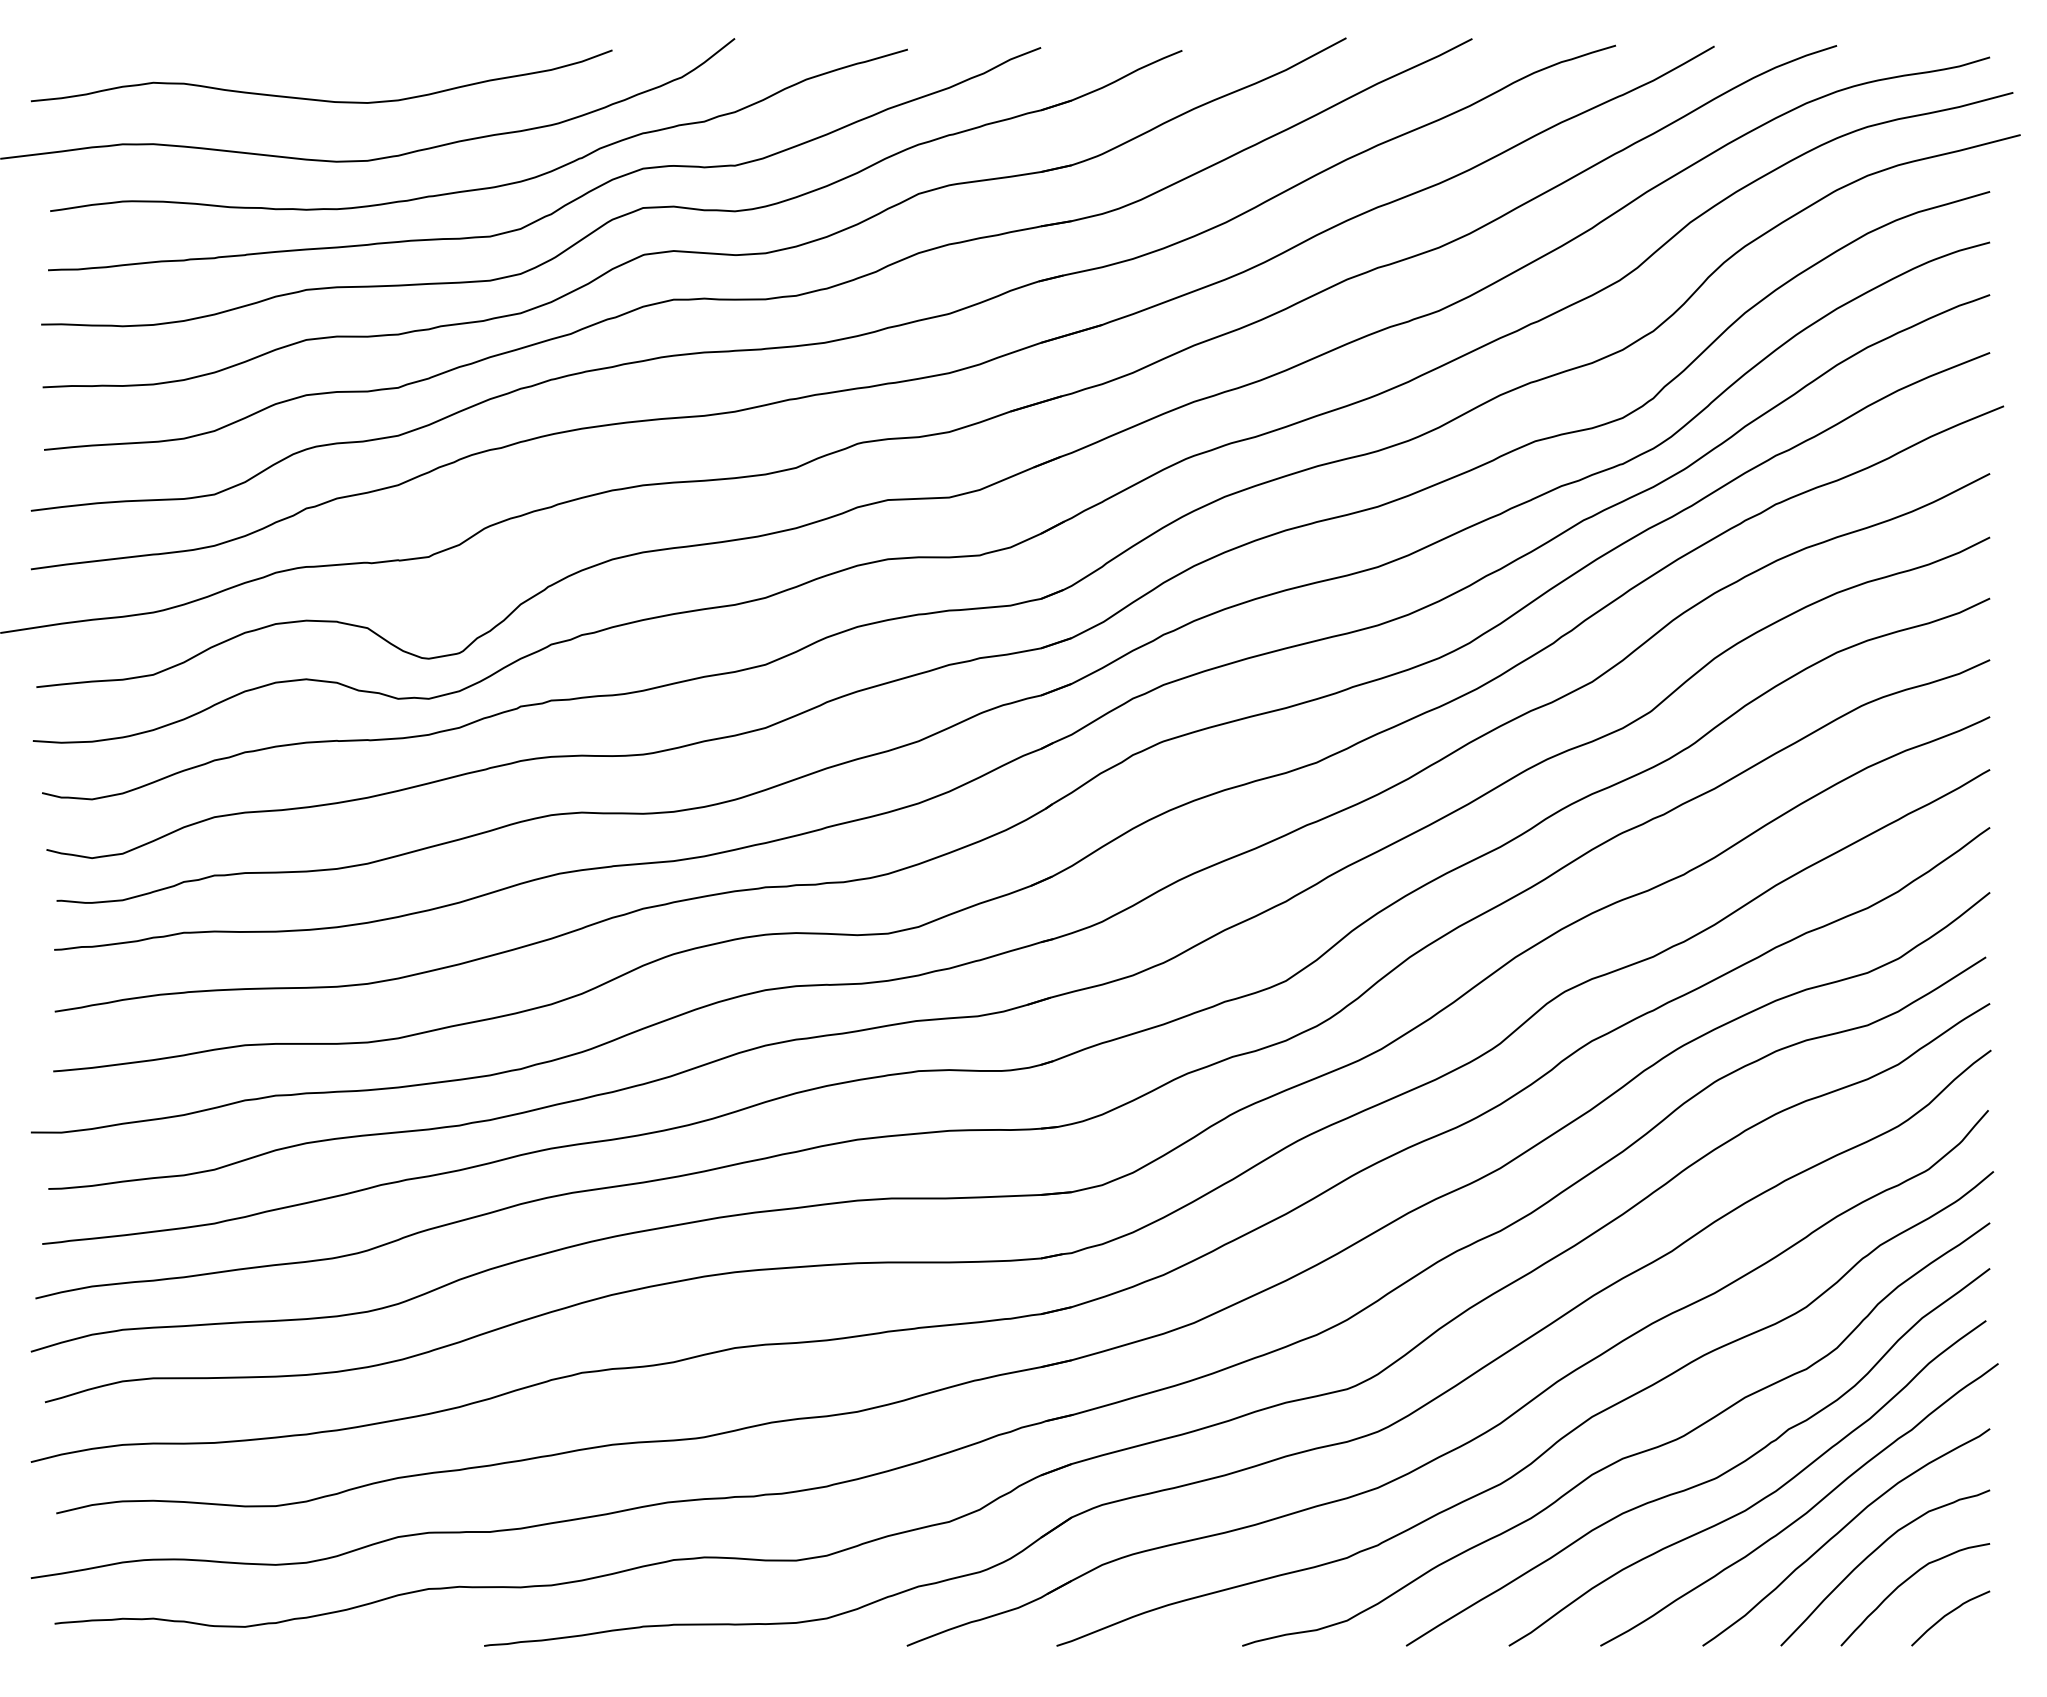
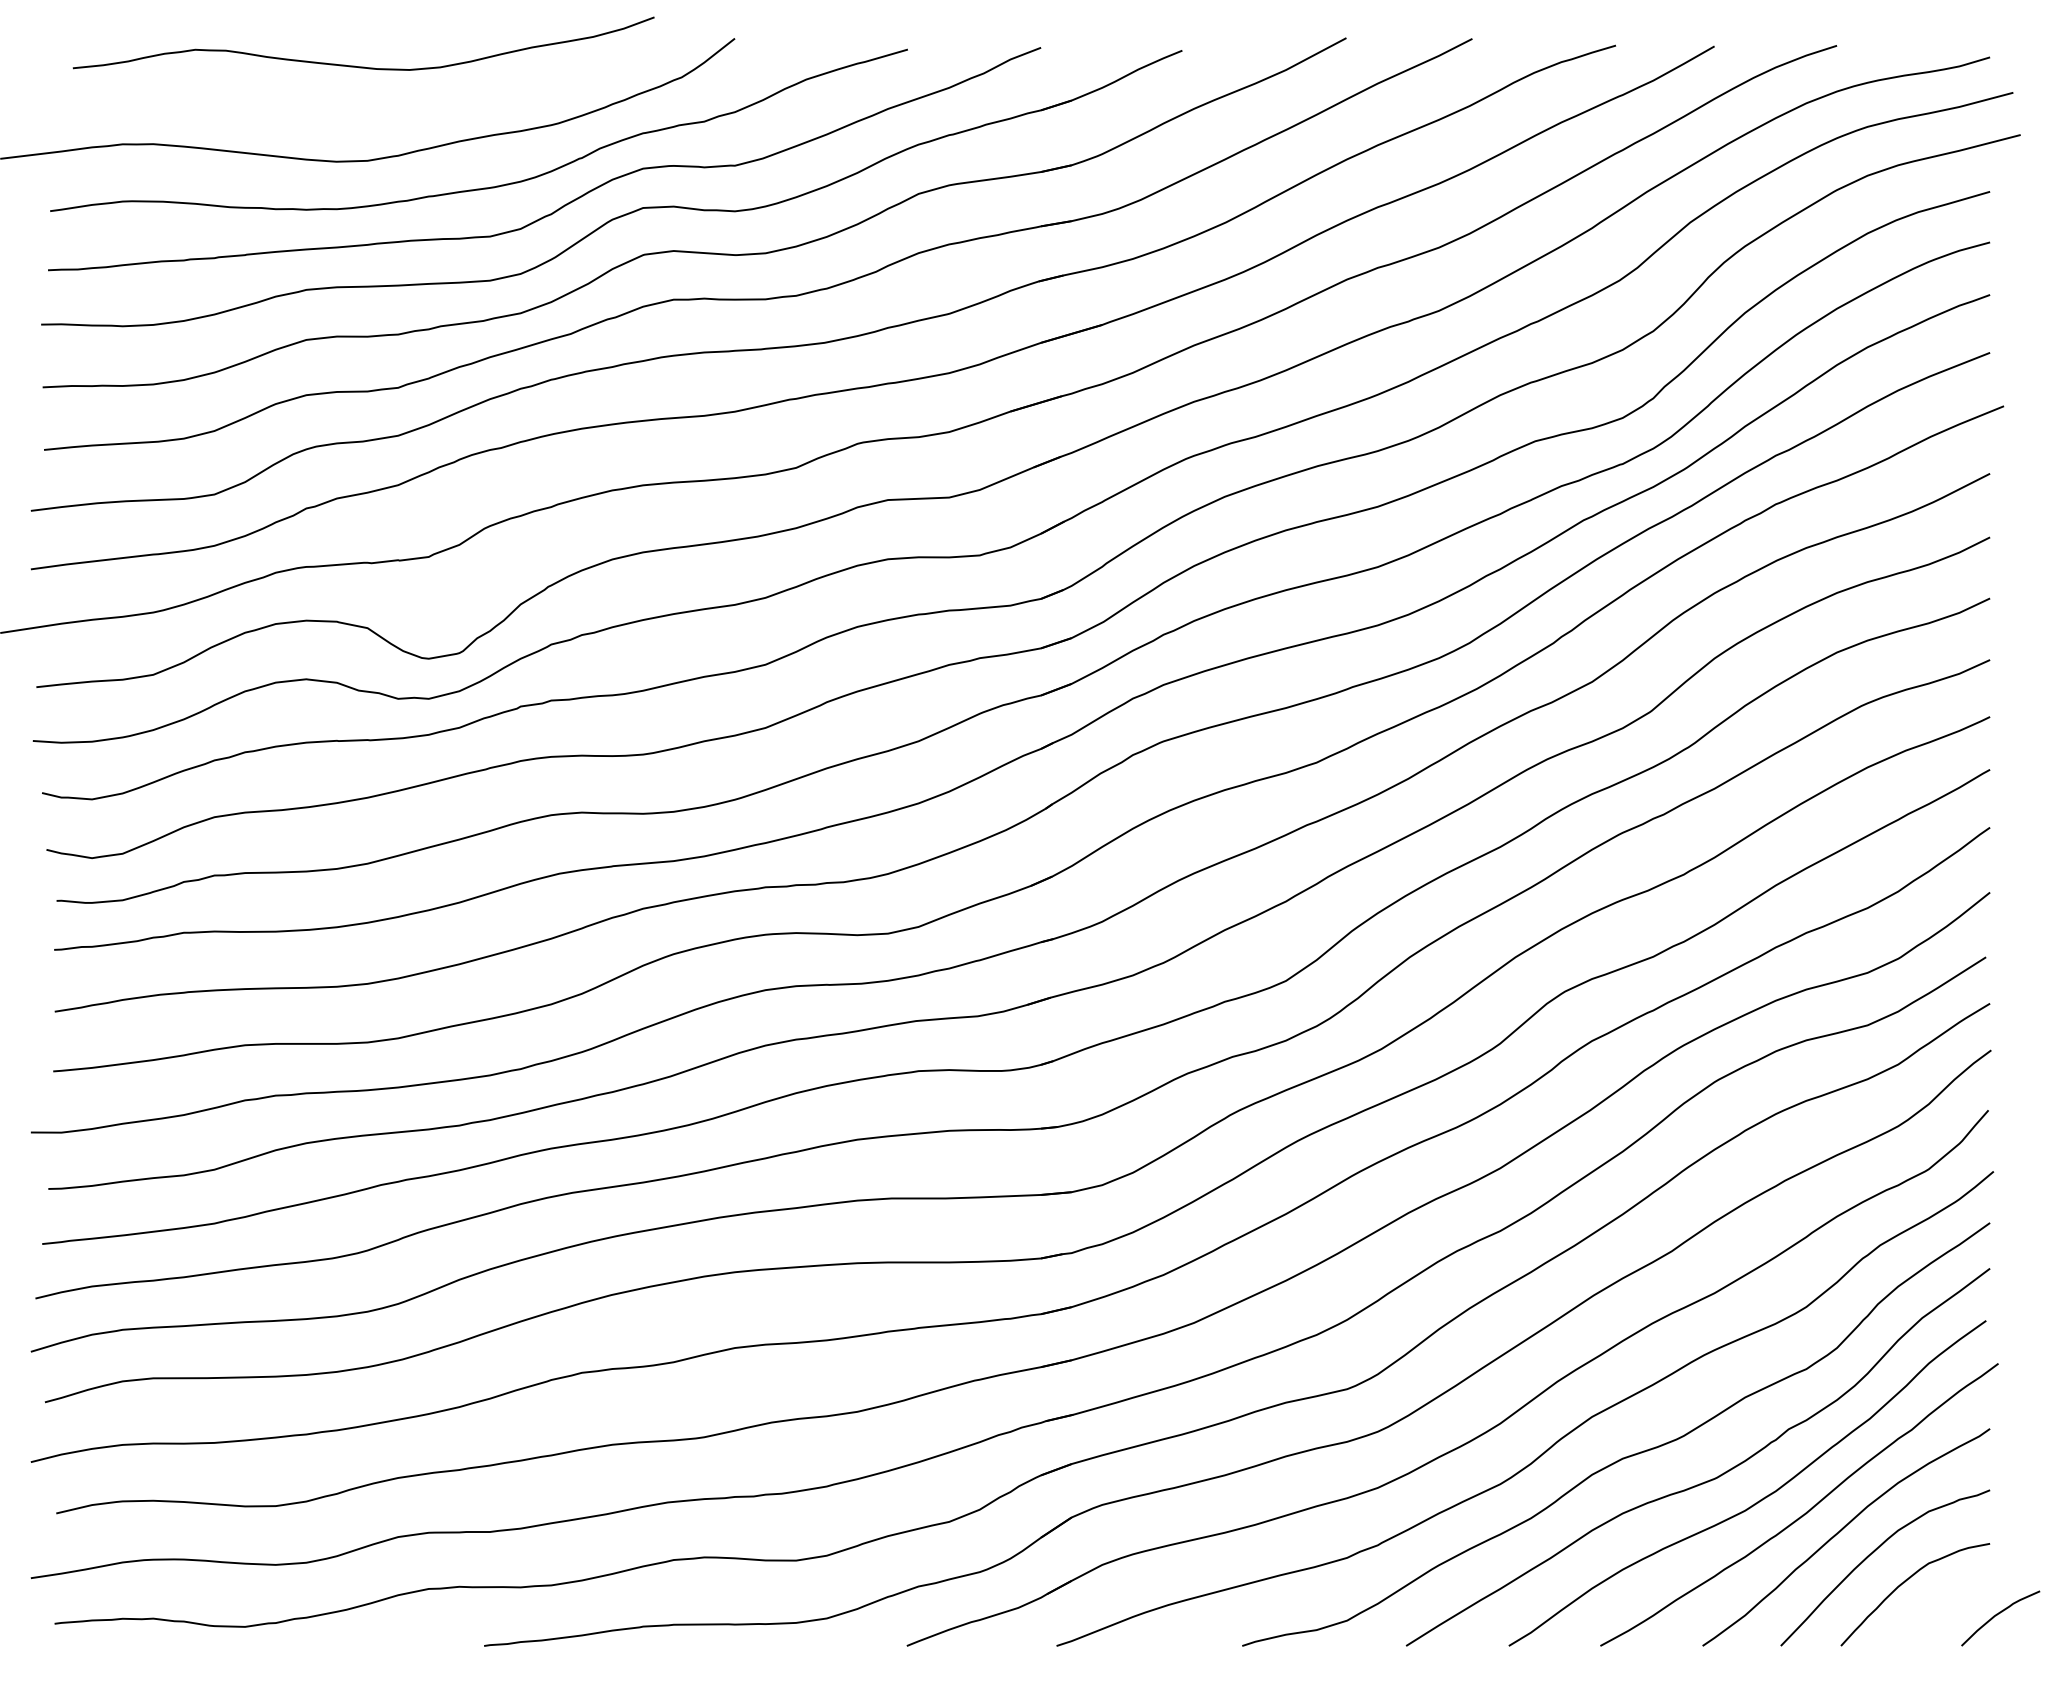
curve at (321, 99) position: (321, 99) -> (363, 66)
curve at (1949, 1614) position: (1949, 1614) -> (1999, 1614)
